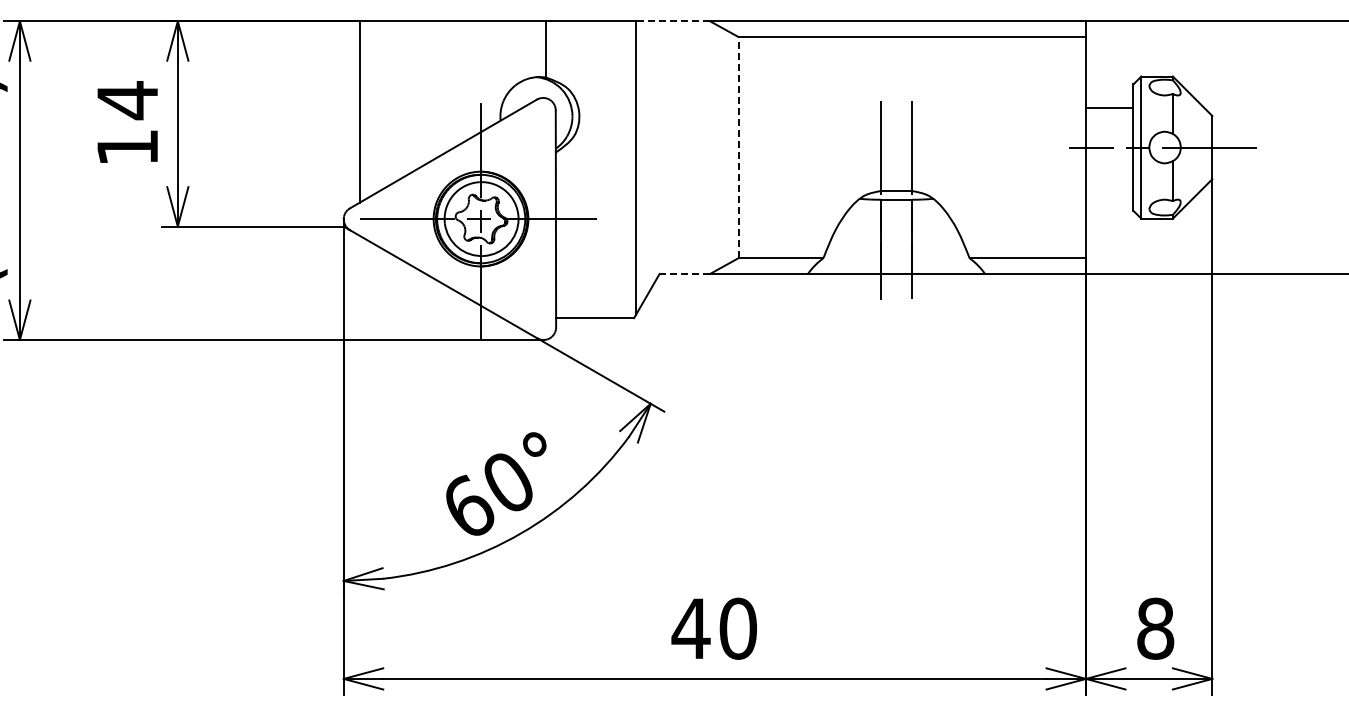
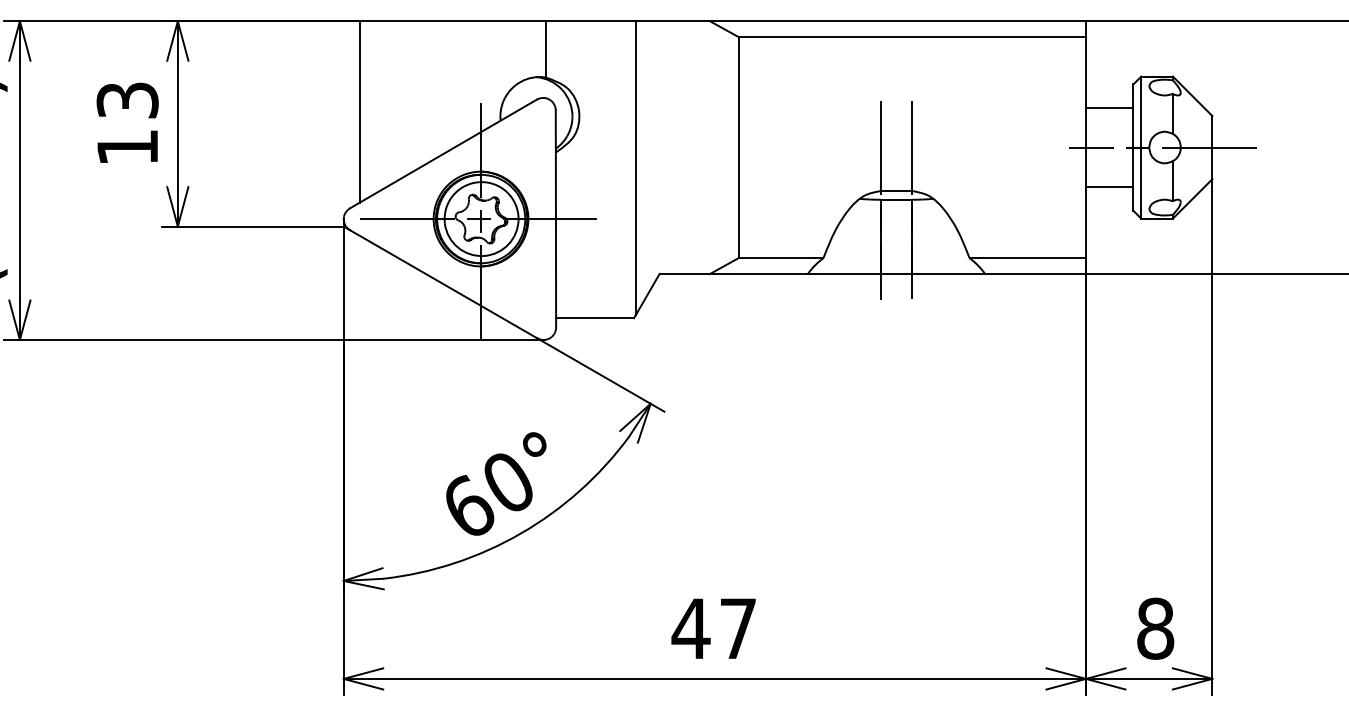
line at (672, 21): dashed -> solid
text at (127, 100): 14 -> 13
line at (738, 147): dashed -> solid
line at (1109, 187): none -> present
line at (684, 273): dashed -> solid
text at (738, 628): 40 -> 47
